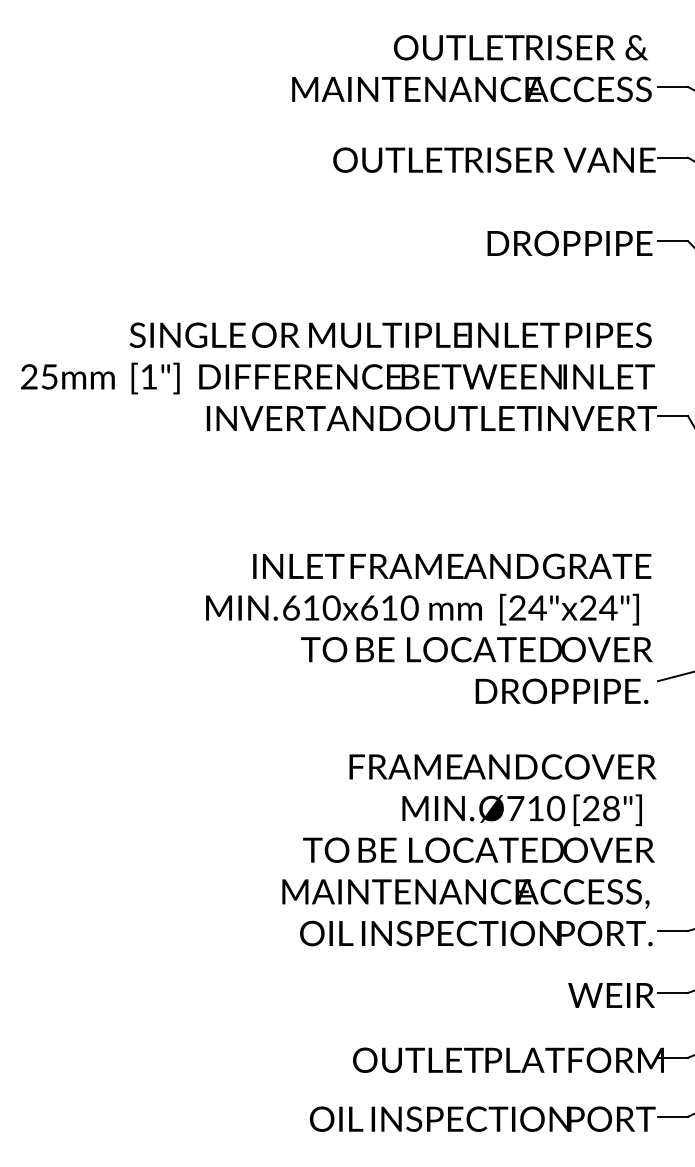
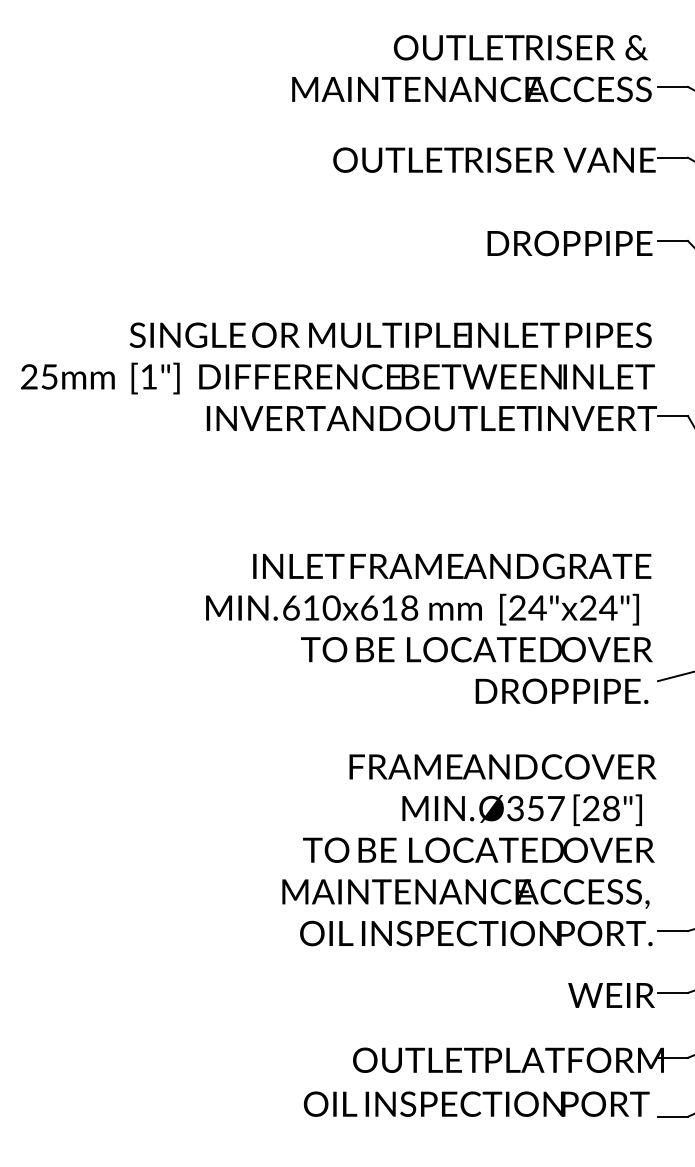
text at (409, 608): 610x610 -> 610x618
text at (536, 808): Ø710 -> Ø357
text at (482, 1118) position: (482, 1118) -> (476, 1103)
